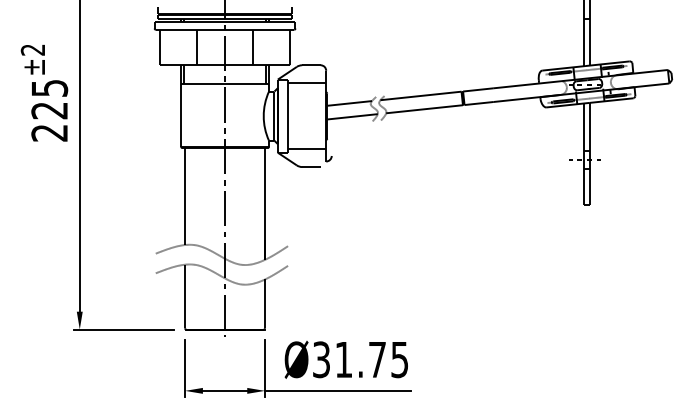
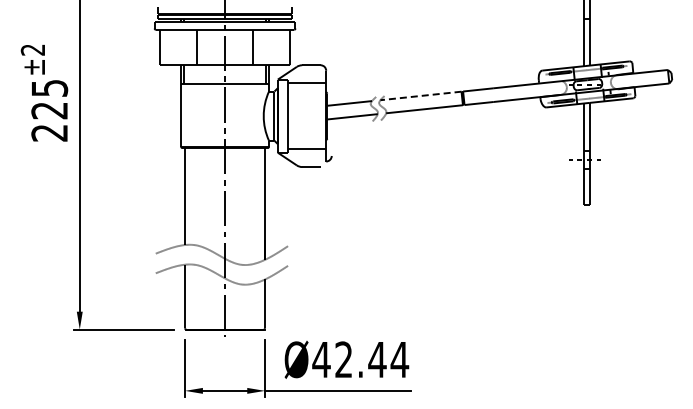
line at (420, 95): solid -> dashed
text at (360, 359): Ø31.75 -> Ø42.44
